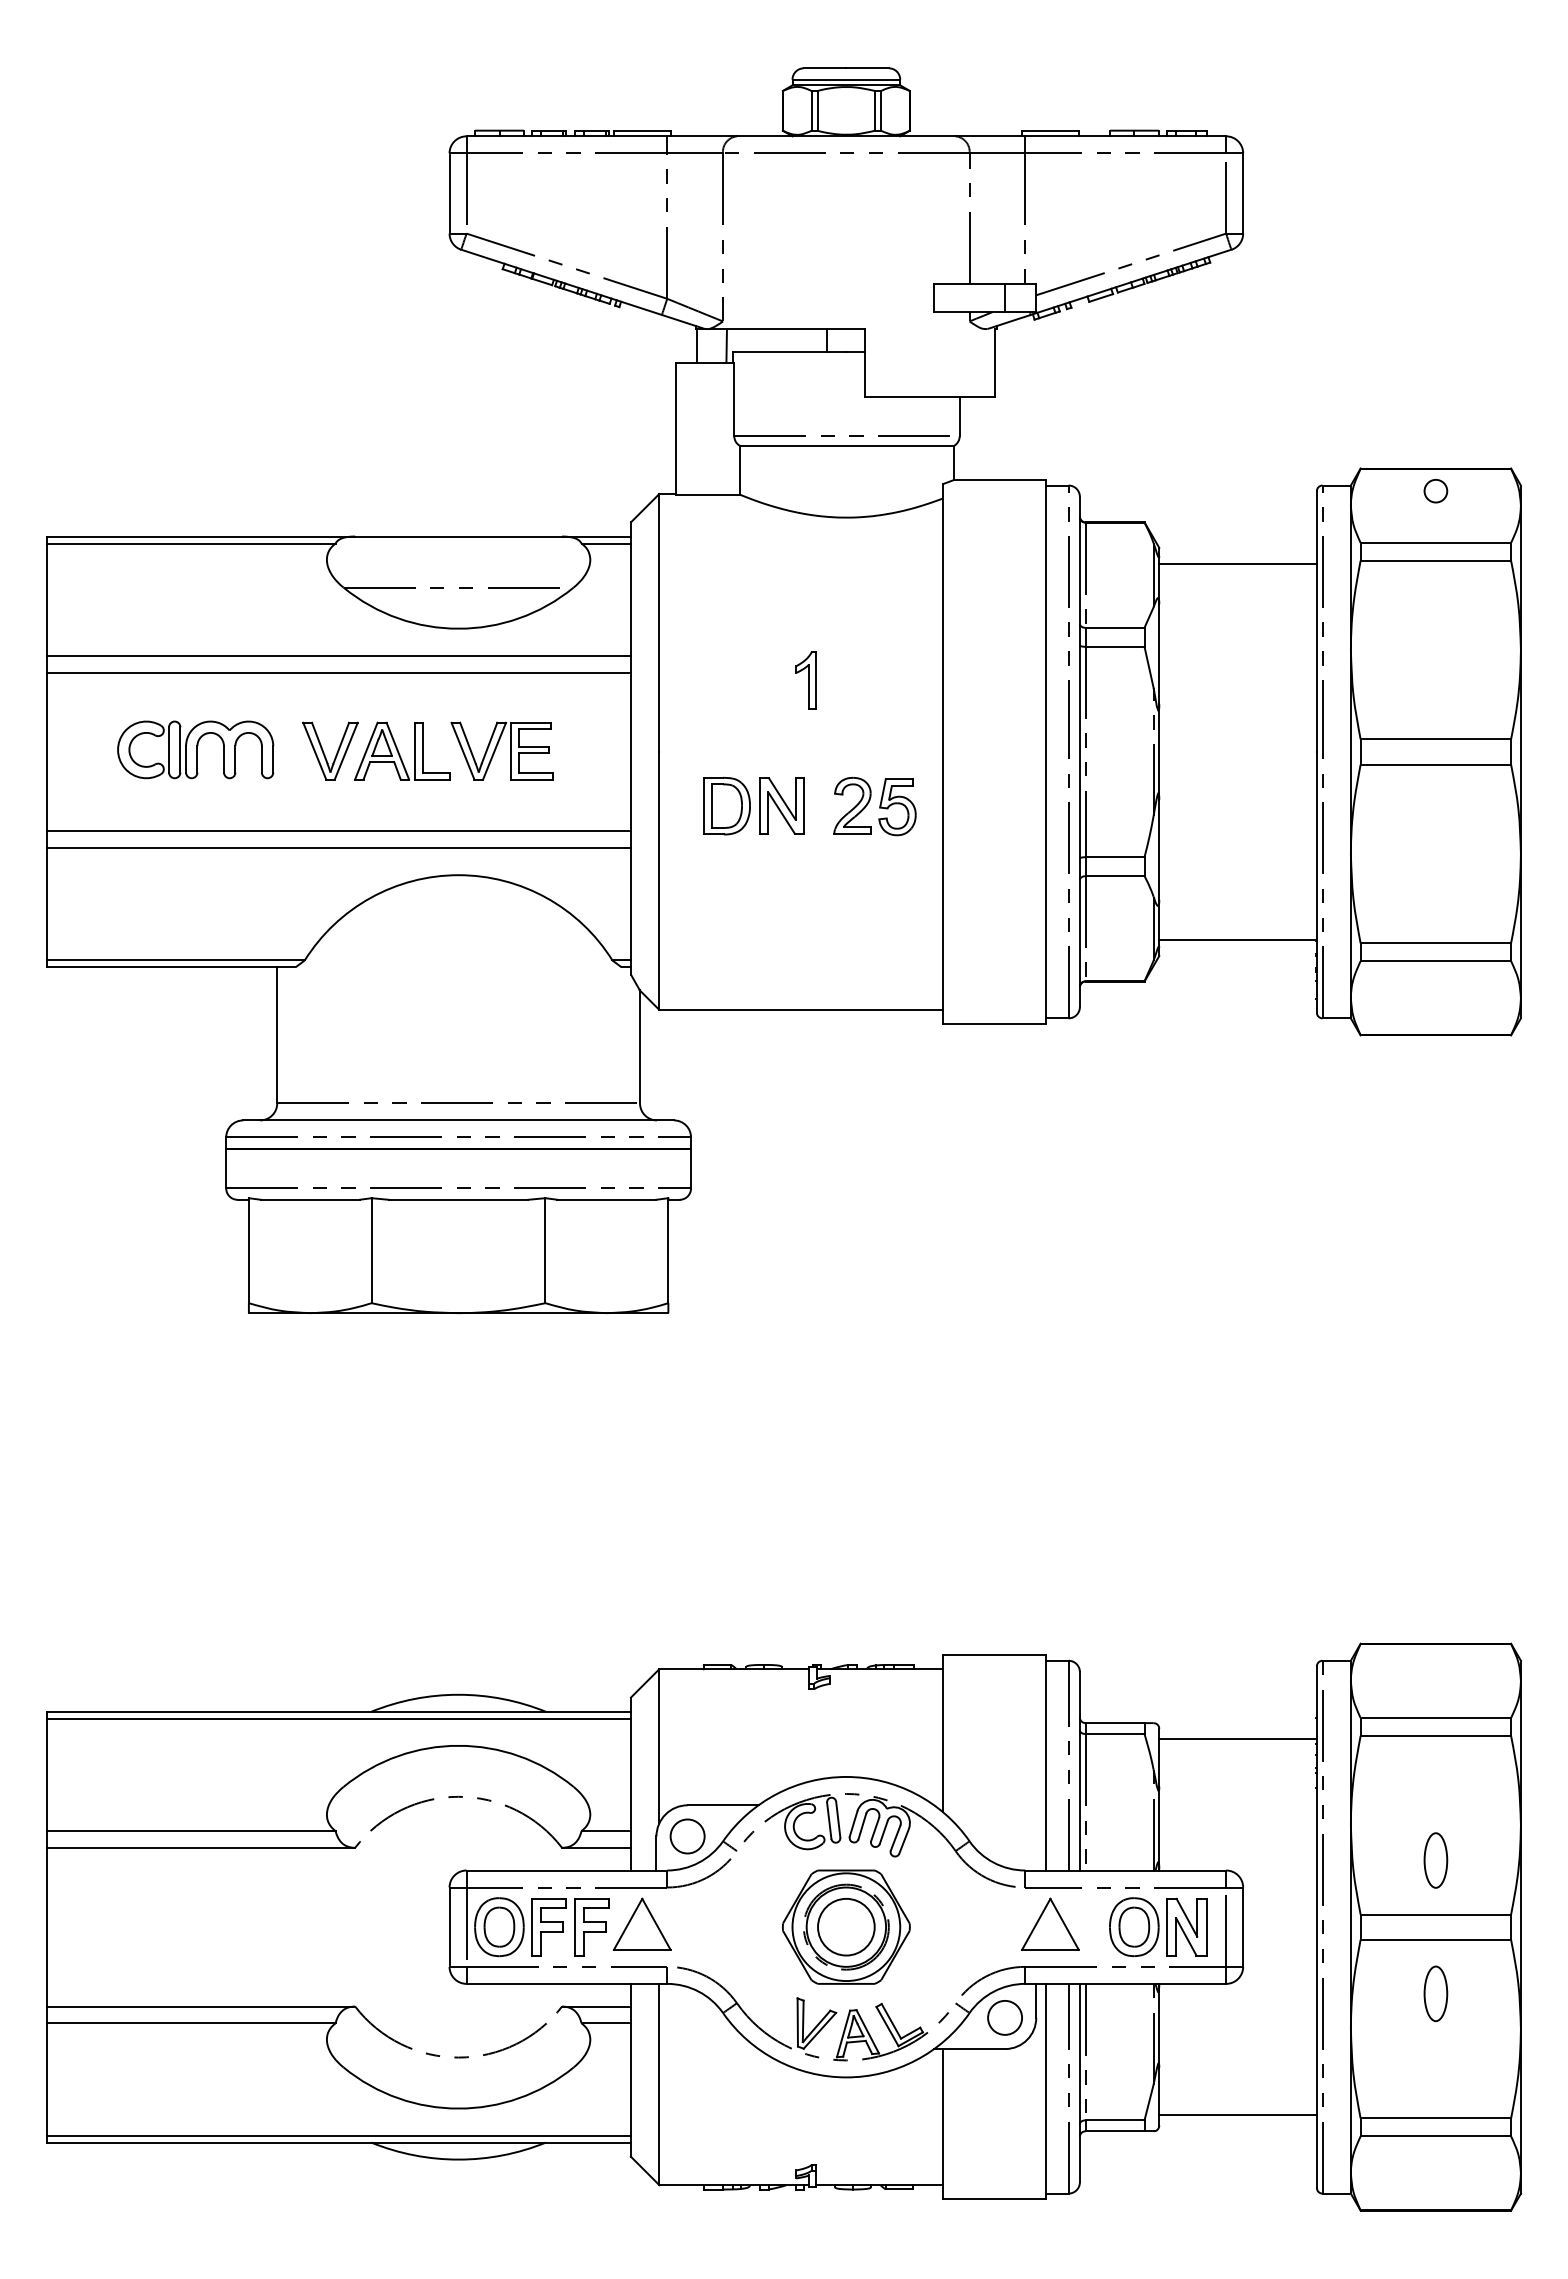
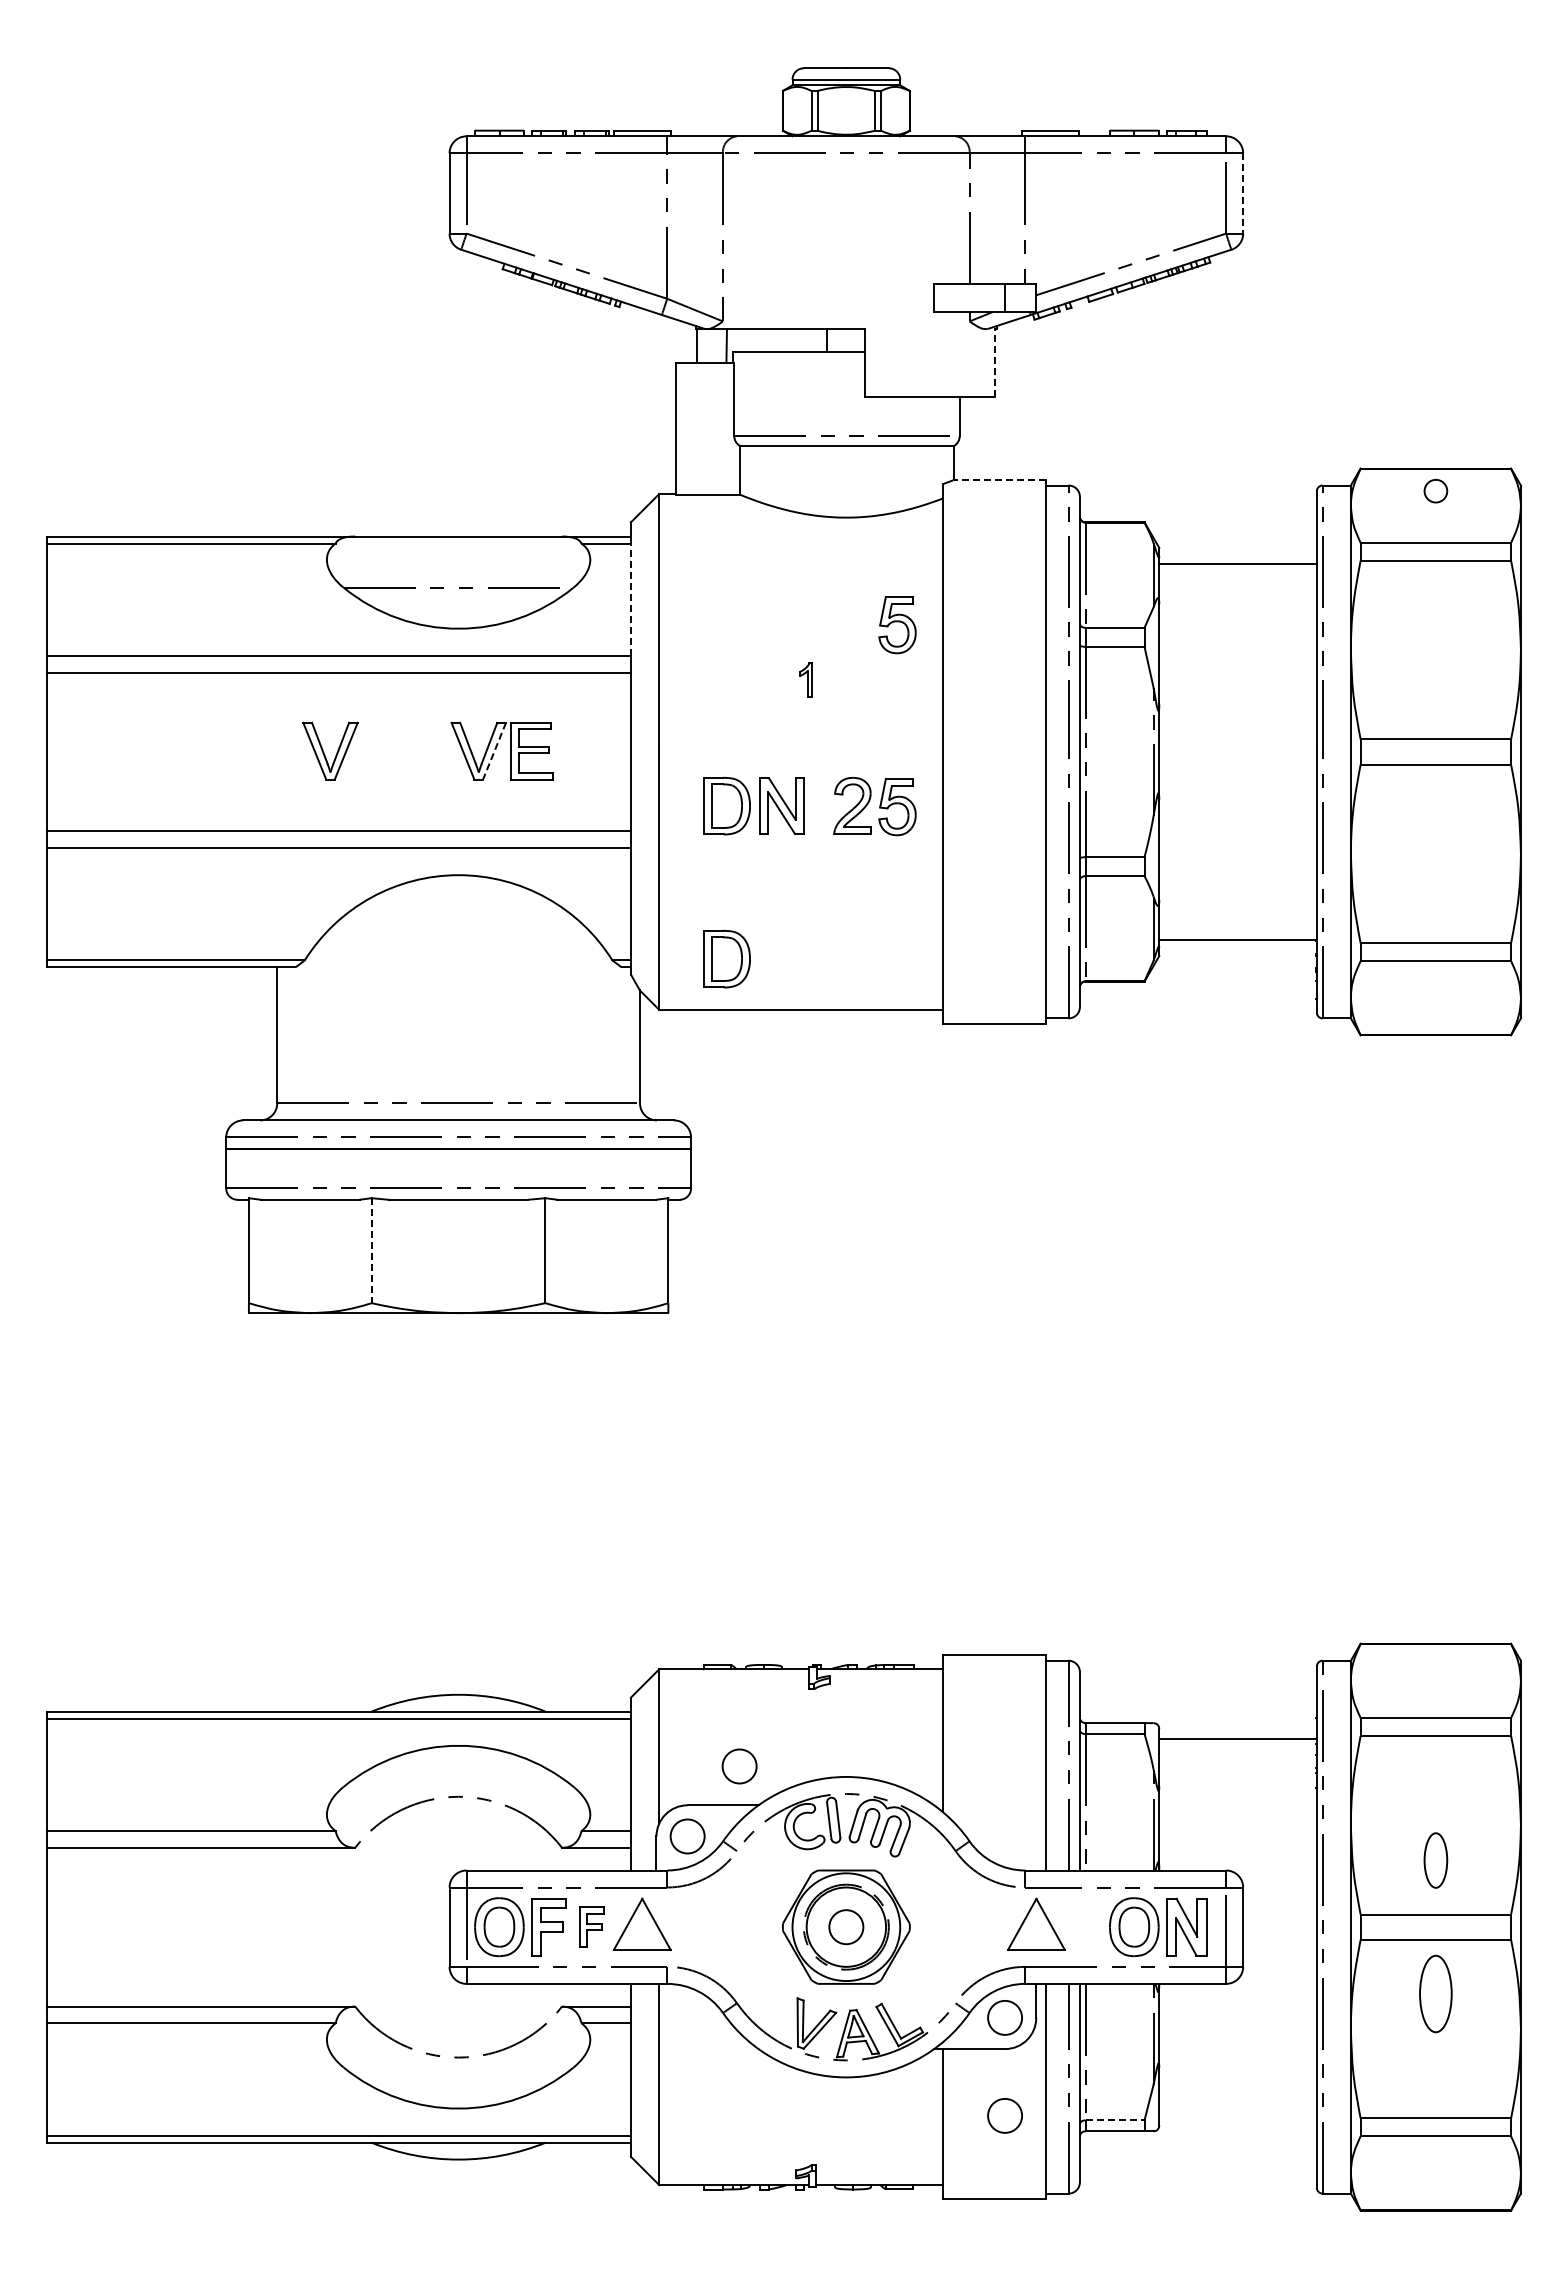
line at (1243, 193): solid -> dashed
line at (995, 362): solid -> dashed
line at (999, 479): solid -> dashed
line at (630, 599): solid -> dashed
part at (897, 625): none -> present
part at (805, 680) size: 22x59 px -> 14x36 px
part at (195, 749): present -> none
part at (402, 750): present -> none
line at (494, 751): solid -> dashed
part at (726, 958): none -> present
line at (371, 1251): solid -> dashed
circle at (739, 1766): none -> present
part at (1050, 1923) position: (1050, 1923) -> (1036, 1923)
circle at (846, 1926) diameter: 57 px -> 34 px
part at (591, 1927) size: 36x59 px -> 26x42 px
part at (1435, 1993) size: 26x57 px -> 34x80 px
circle at (1004, 2115): none -> present
line at (1237, 2115): present -> none
line at (1115, 2120): solid -> dashed
